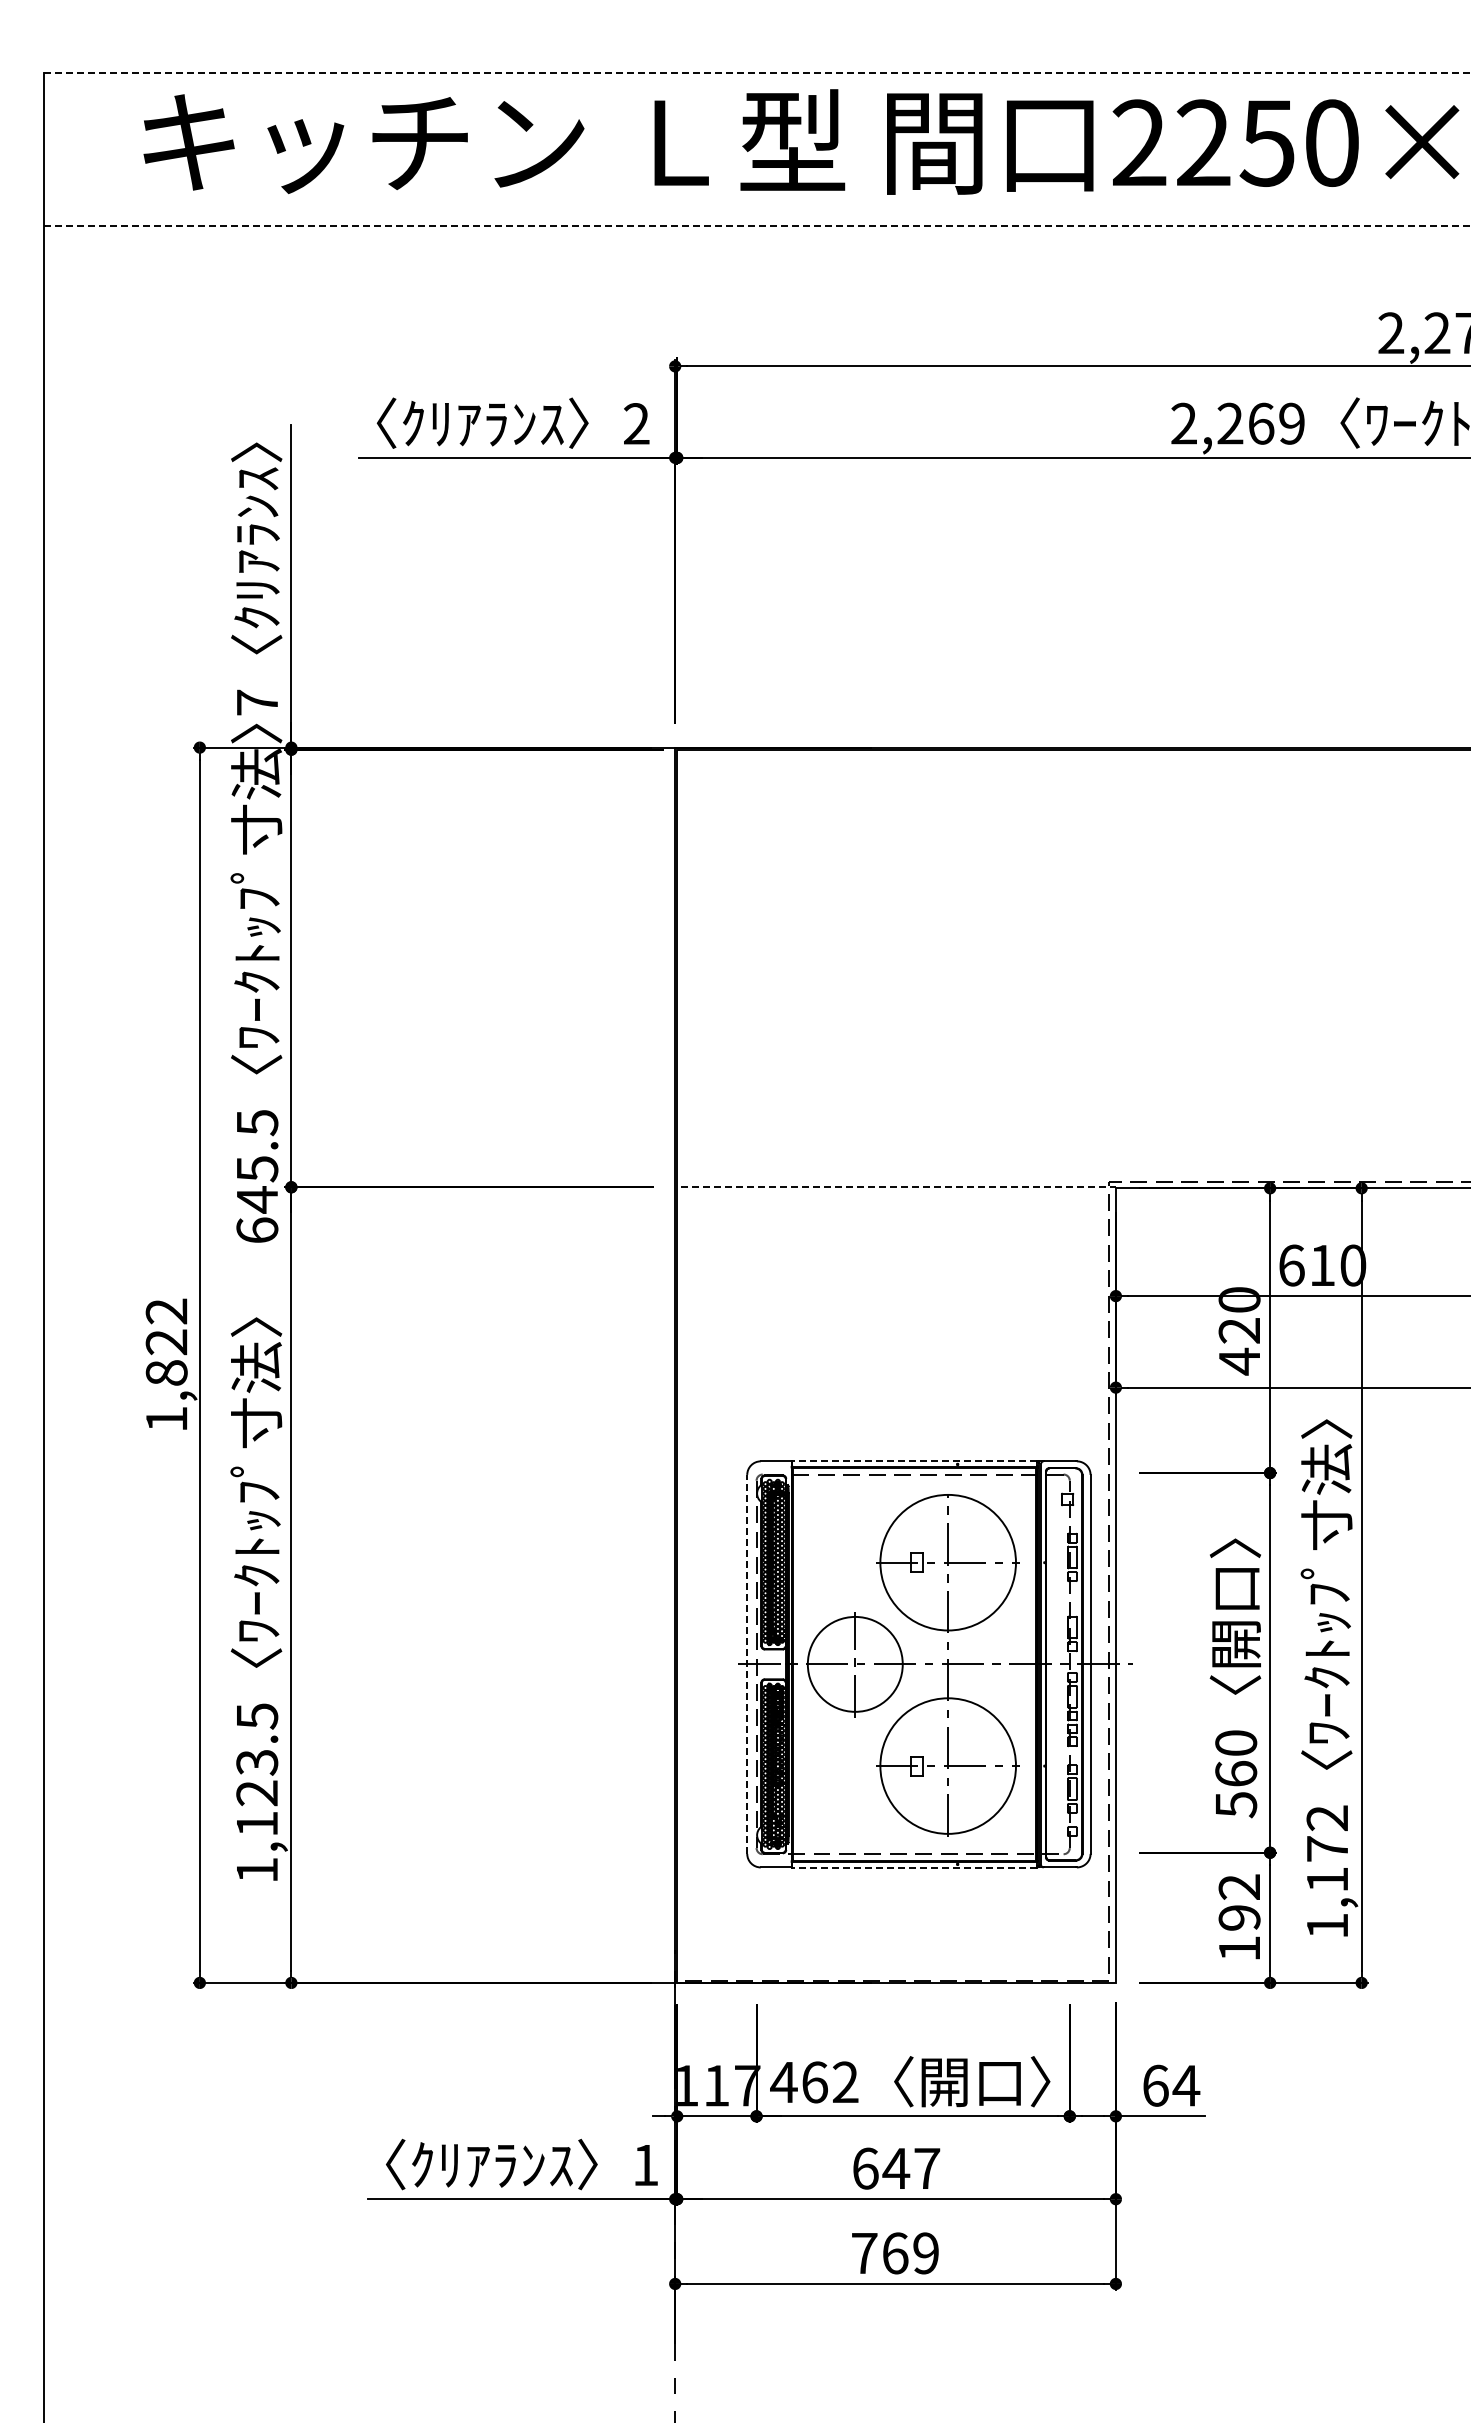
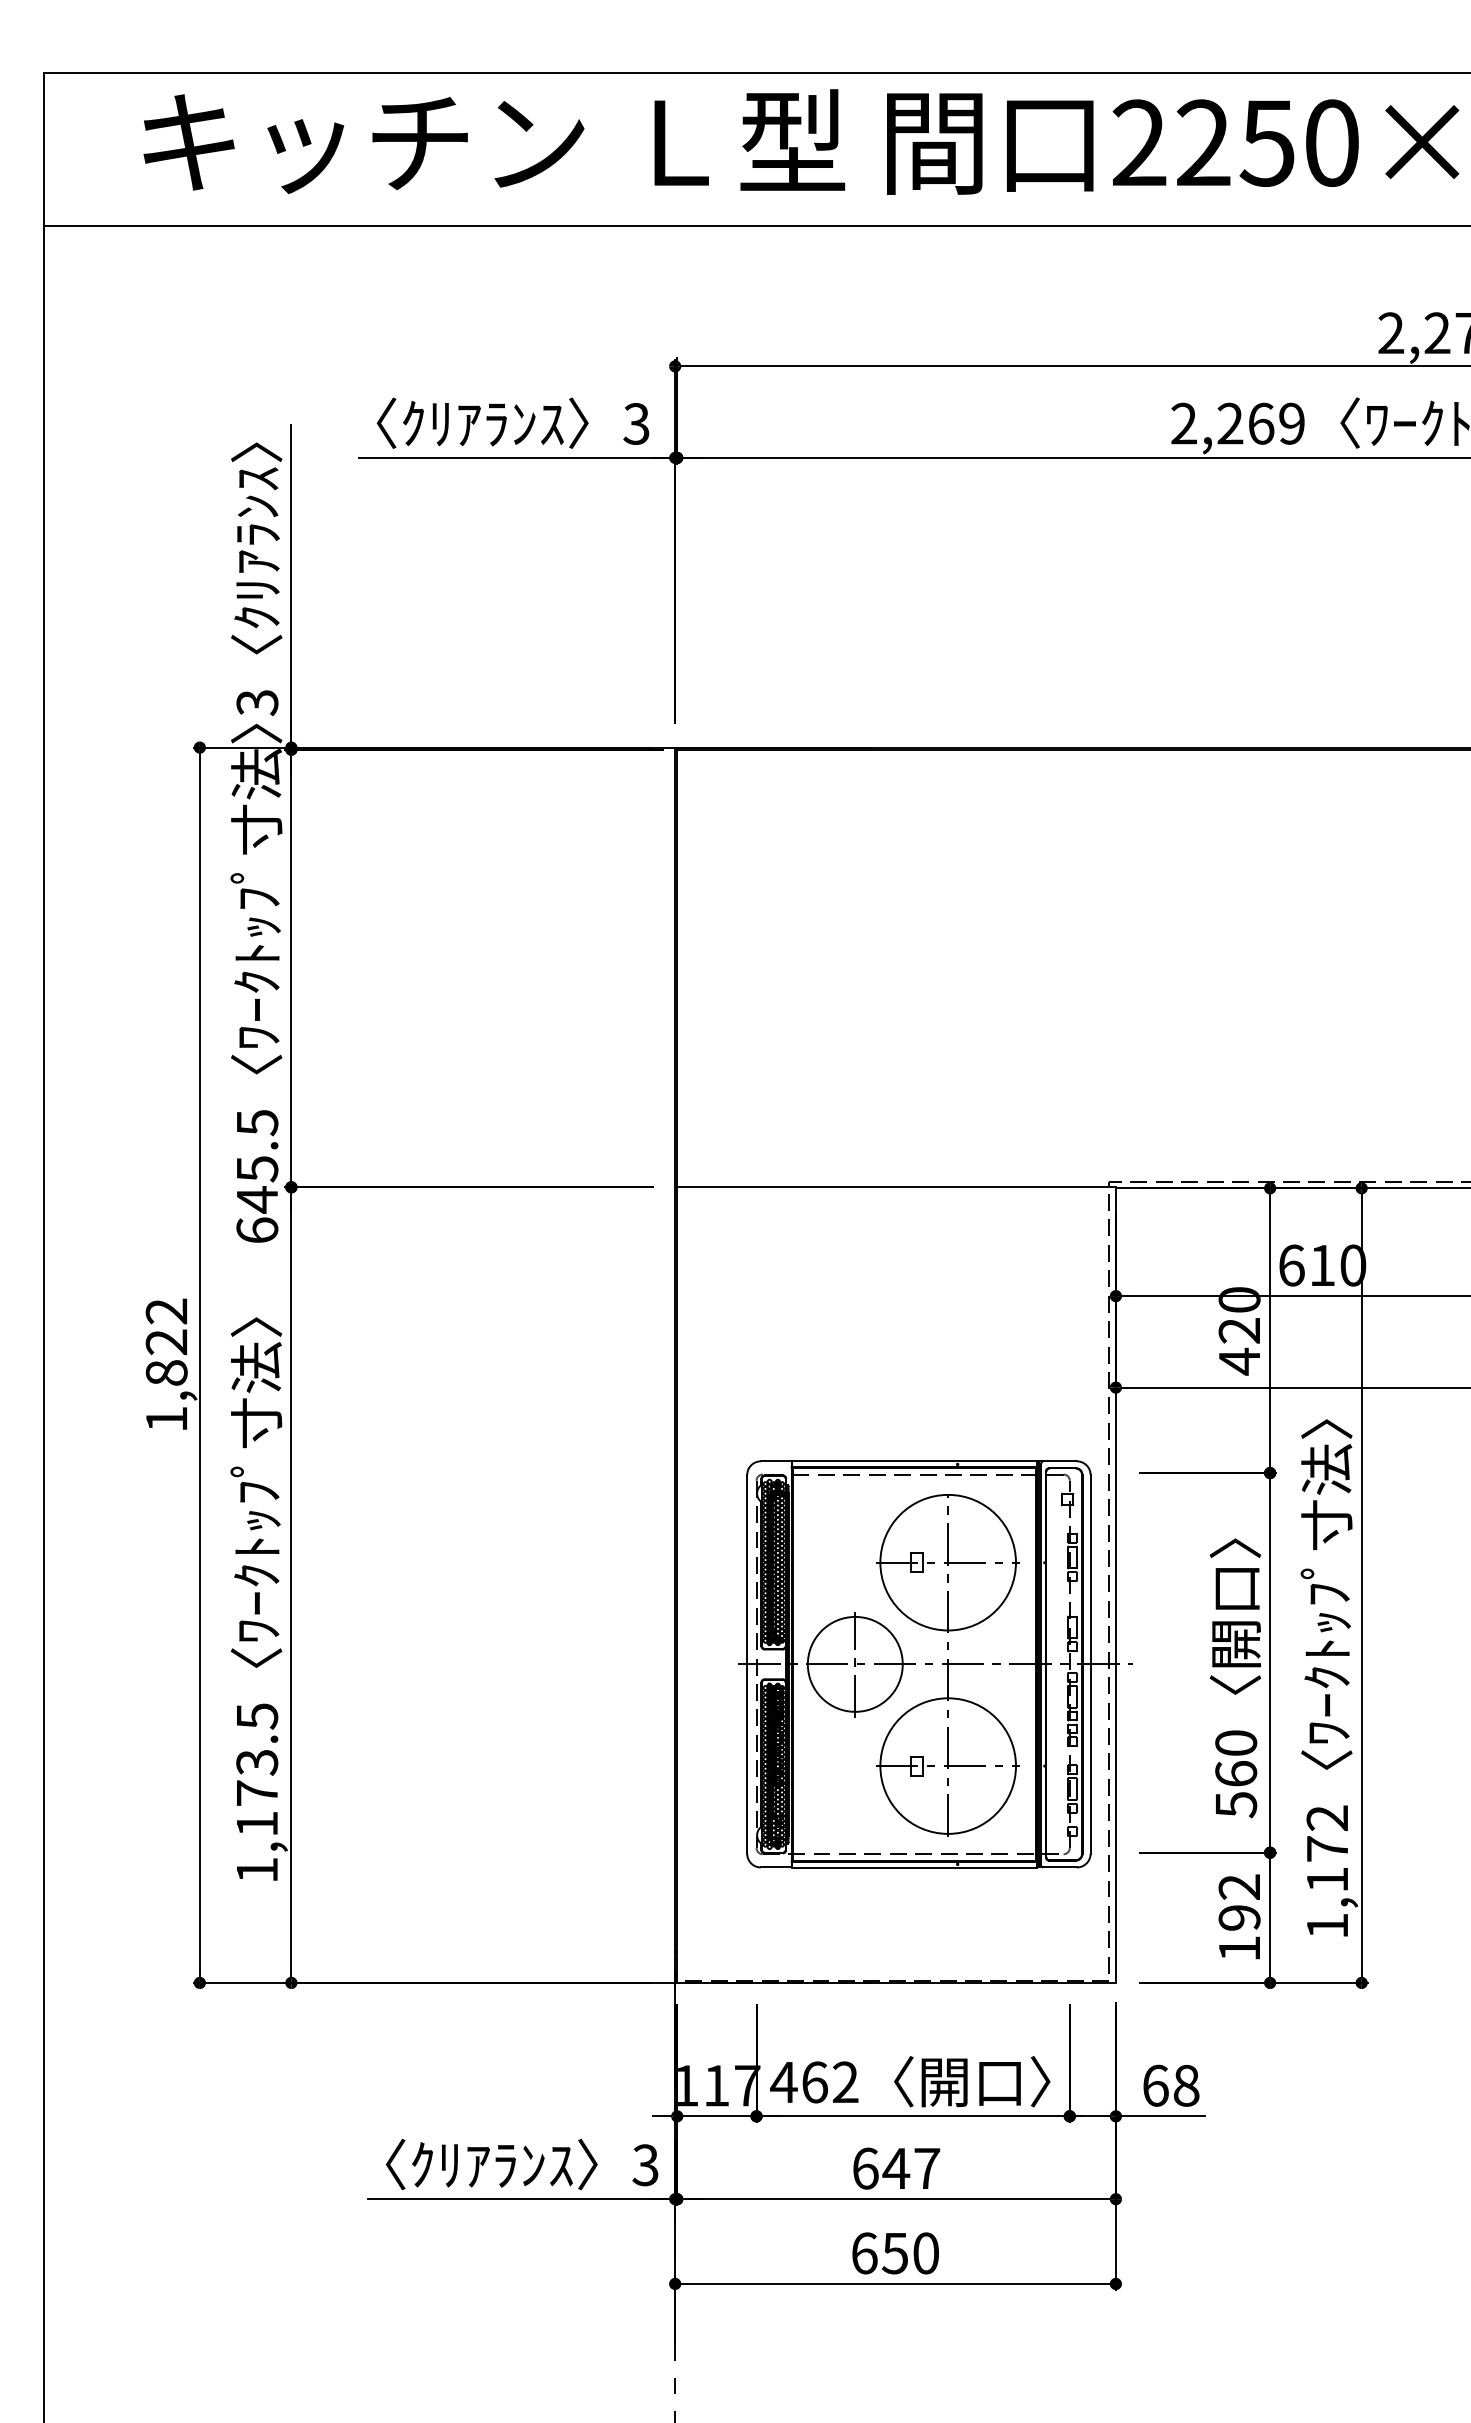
line at (758, 72): dashed -> solid
line at (758, 225): dashed -> solid
text at (636, 423): 2 -> 3
text at (257, 702): 7 -> 3
line at (898, 1187): dashed -> solid
line at (914, 1461): dashed -> solid
line at (747, 1663): dashed -> solid
text at (256, 1793): 1,123.5 -> 1,173.5
line at (914, 1867): dashed -> solid
text at (1186, 2085): 64 -> 68
text at (645, 2165): 1 -> 3
text at (895, 2253): 769 -> 650
